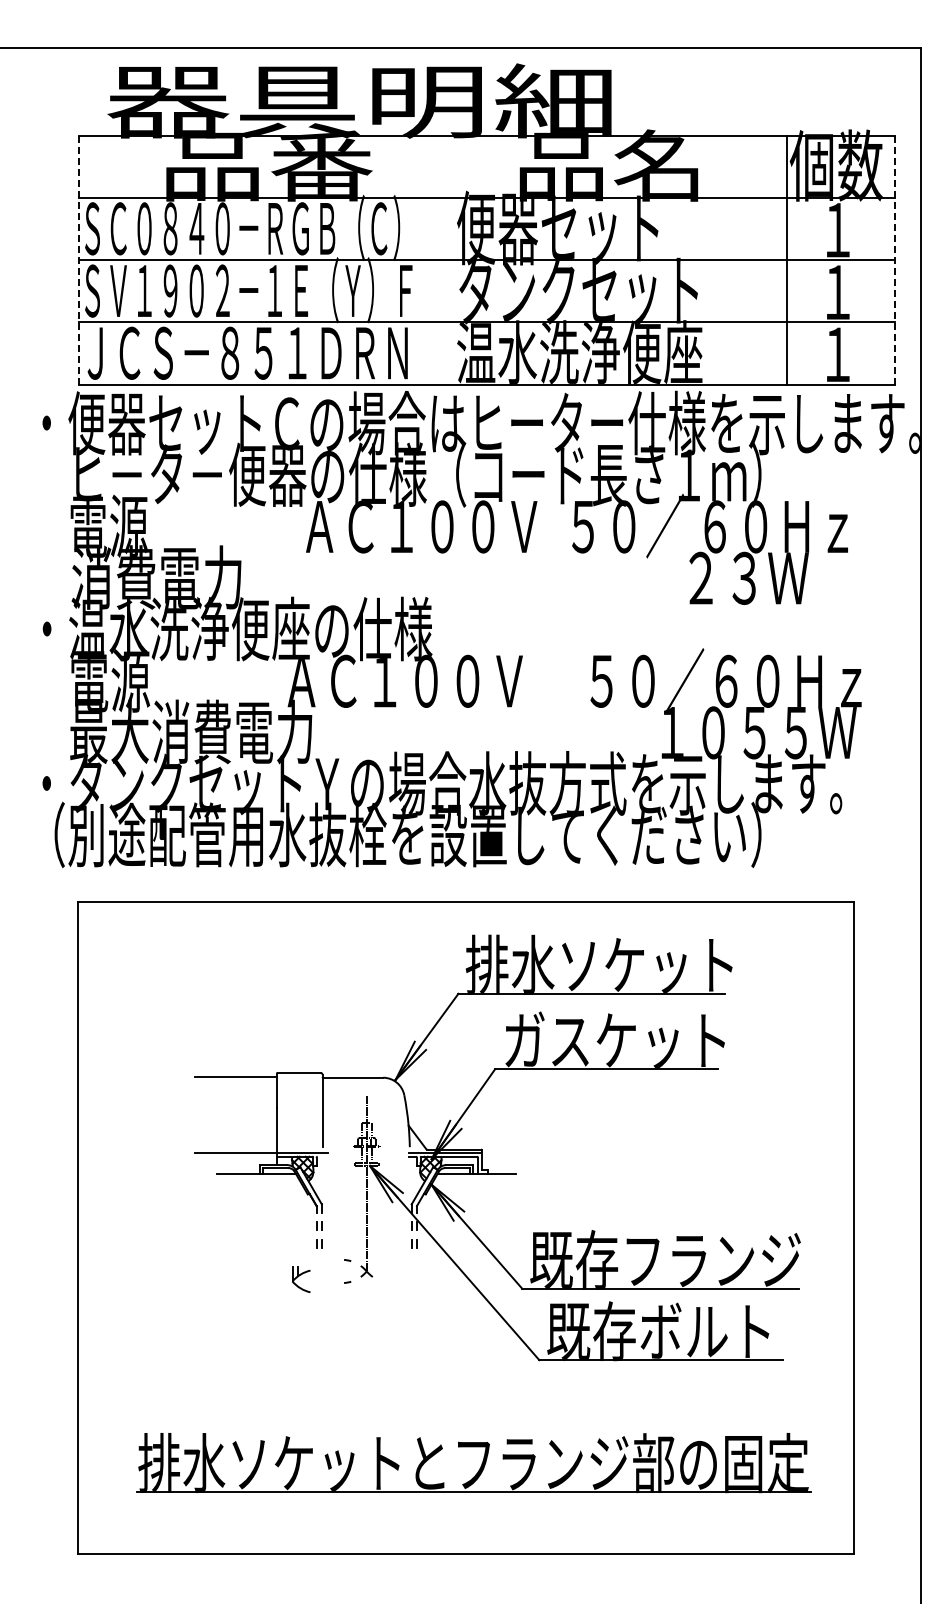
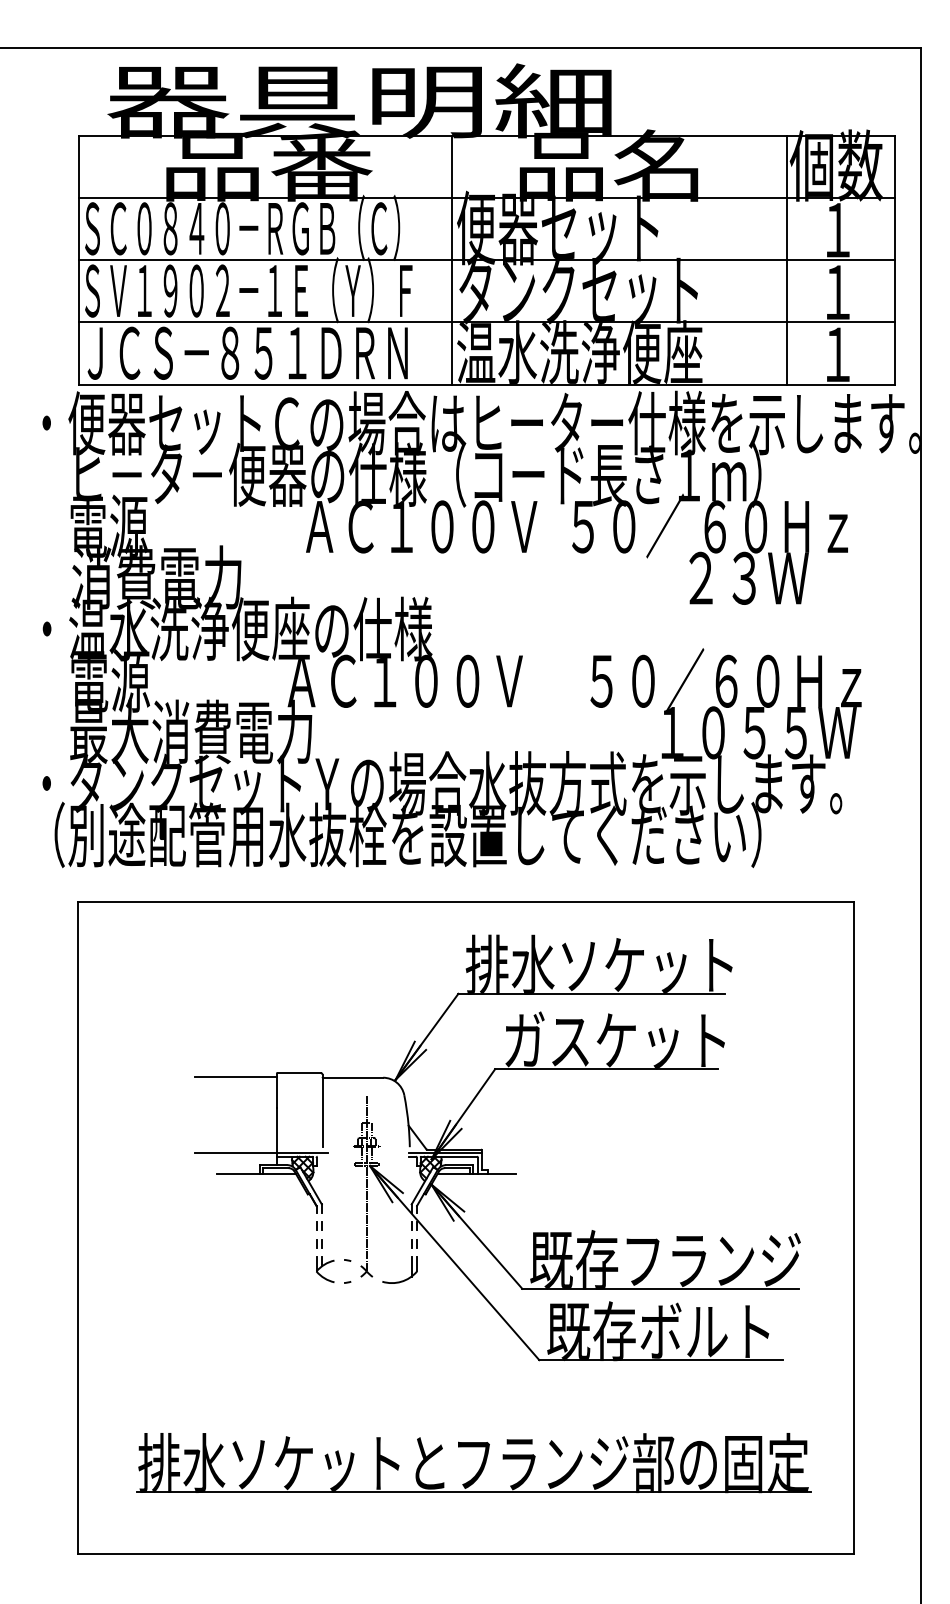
line at (451, 259): none -> present
line at (79, 260): dashed -> solid
line at (894, 260): dashed -> solid
part at (301, 1279) position: (301, 1279) -> (325, 1269)
part at (404, 1279): none -> present
